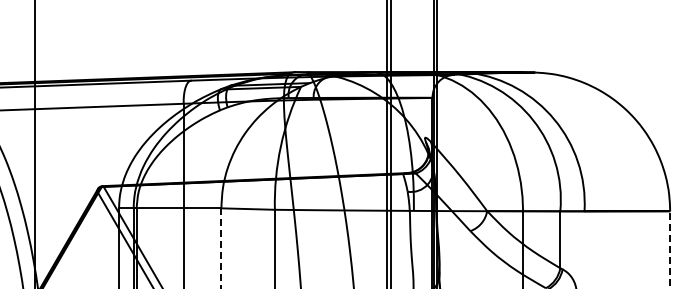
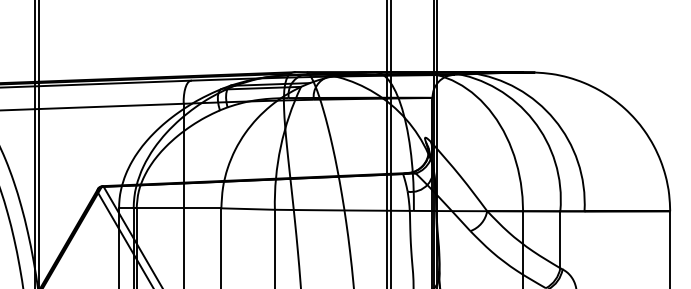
line at (39, 143): none -> present
line at (221, 248): dashed -> solid
line at (670, 249): dashed -> solid
